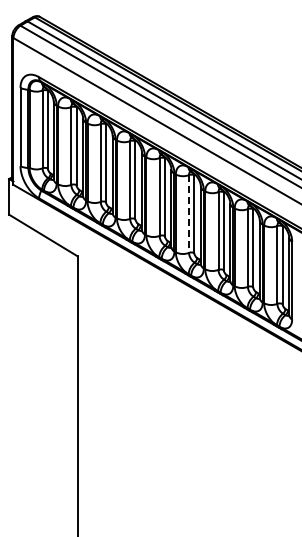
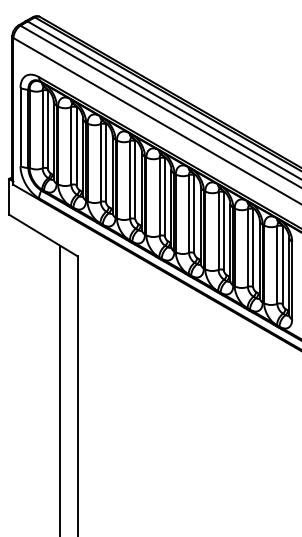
line at (189, 213): dashed -> solid
line at (60, 389): none -> present
